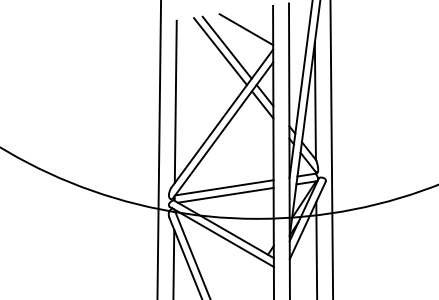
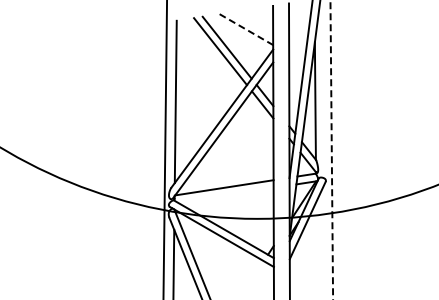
line at (246, 29): solid -> dashed
line at (159, 149) position: (159, 149) -> (165, 149)
line at (331, 149): solid -> dashed
line at (225, 194): present -> none
line at (316, 249): present -> none
